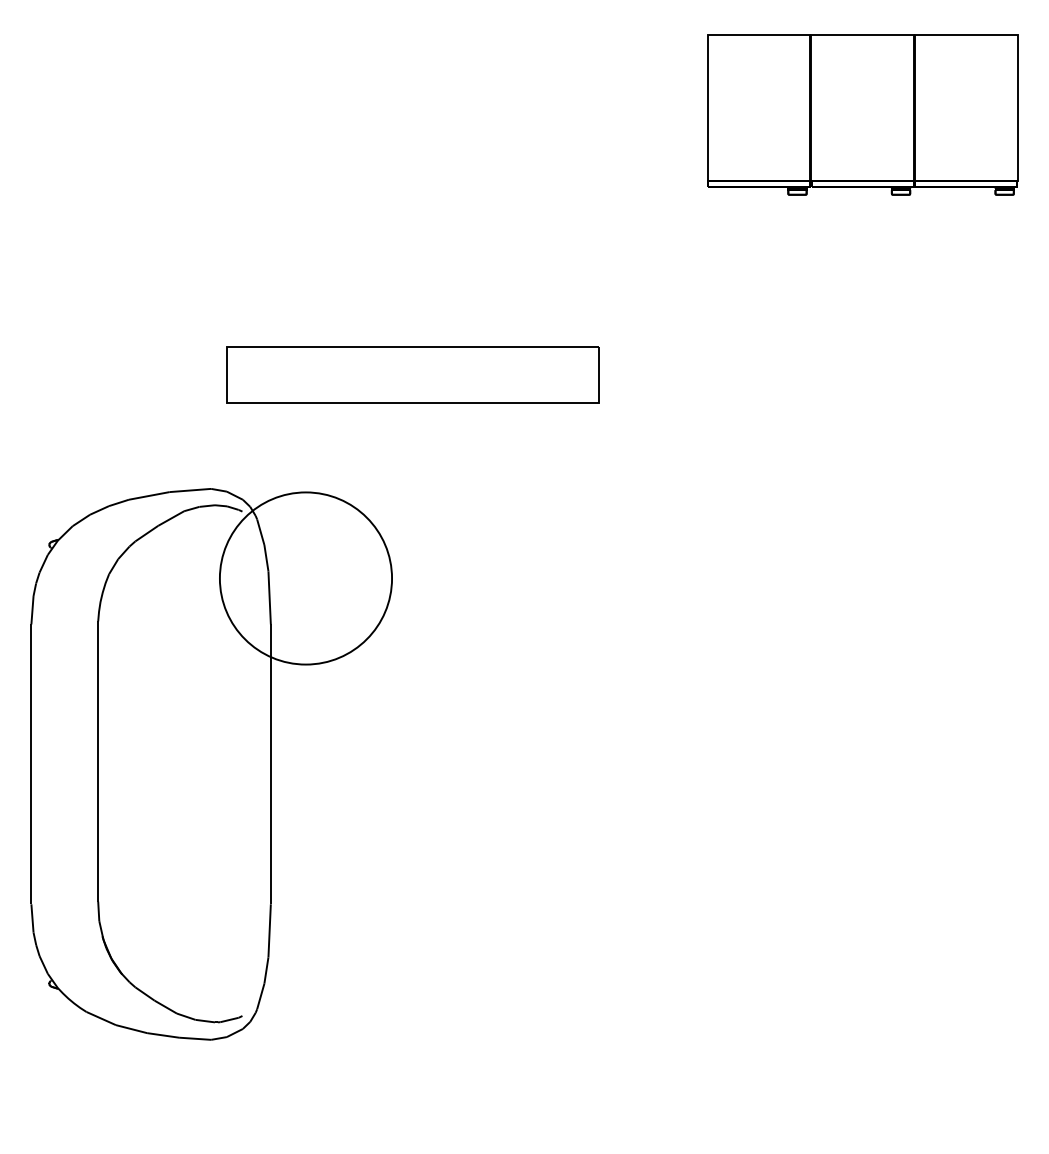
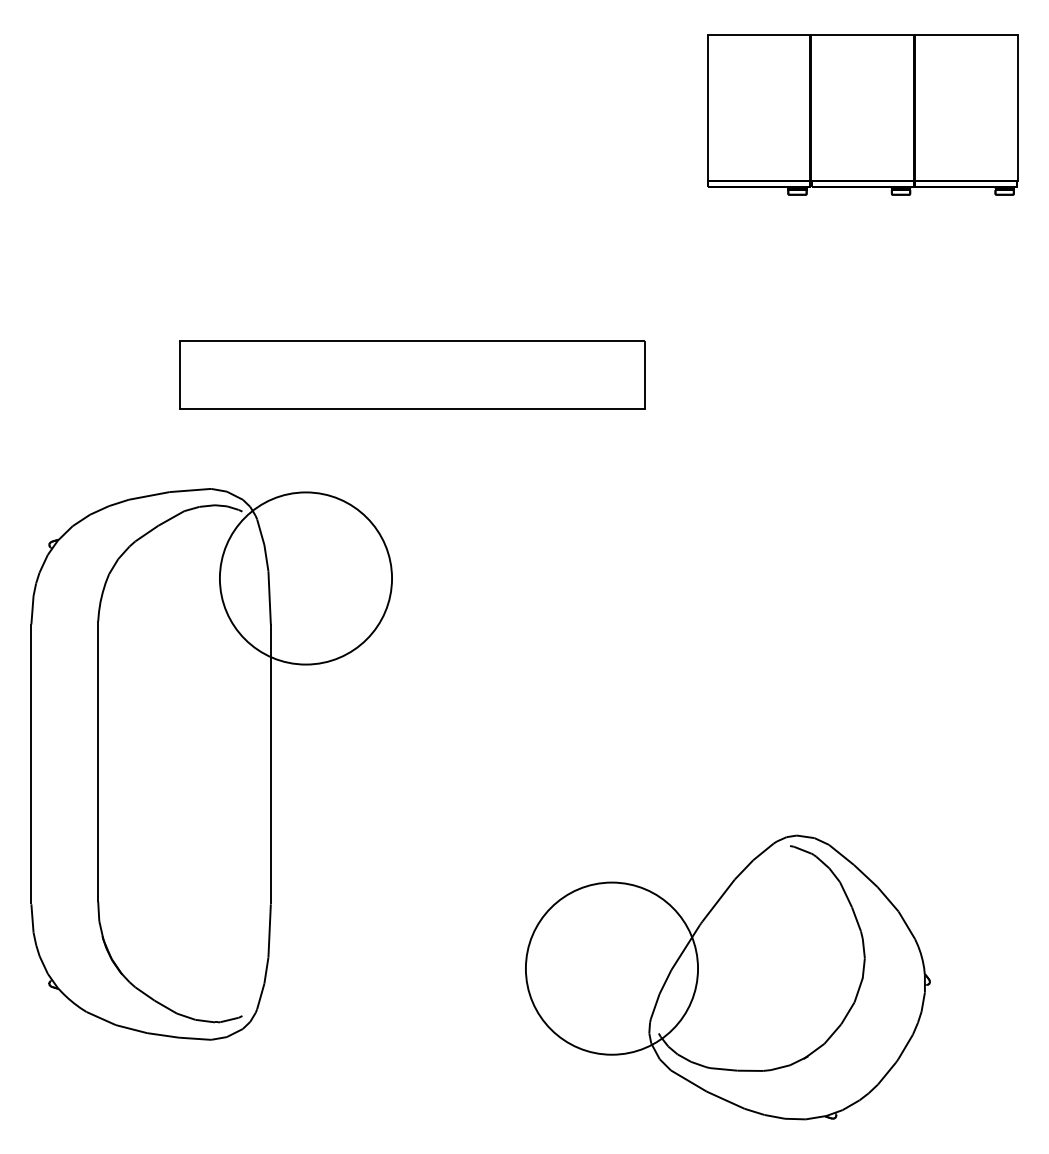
part at (412, 374) size: 374x58 px -> 467x70 px
part at (727, 977): none -> present
